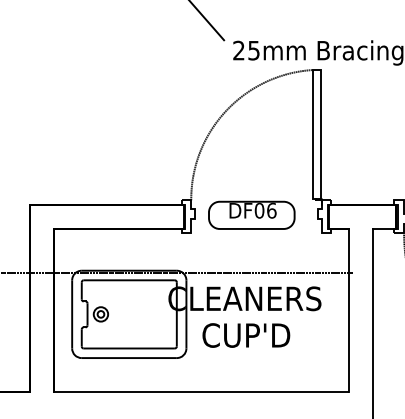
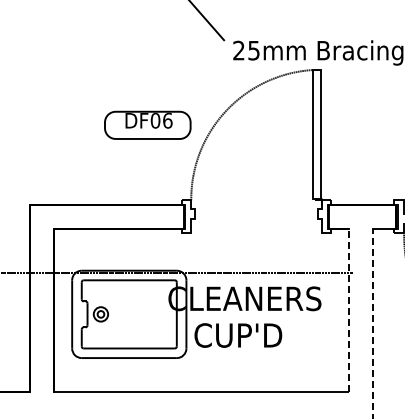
part at (251, 214) position: (251, 214) -> (147, 124)
line at (348, 310): solid -> dashed
line at (372, 323): solid -> dashed
text at (246, 335) position: (246, 335) -> (238, 335)
